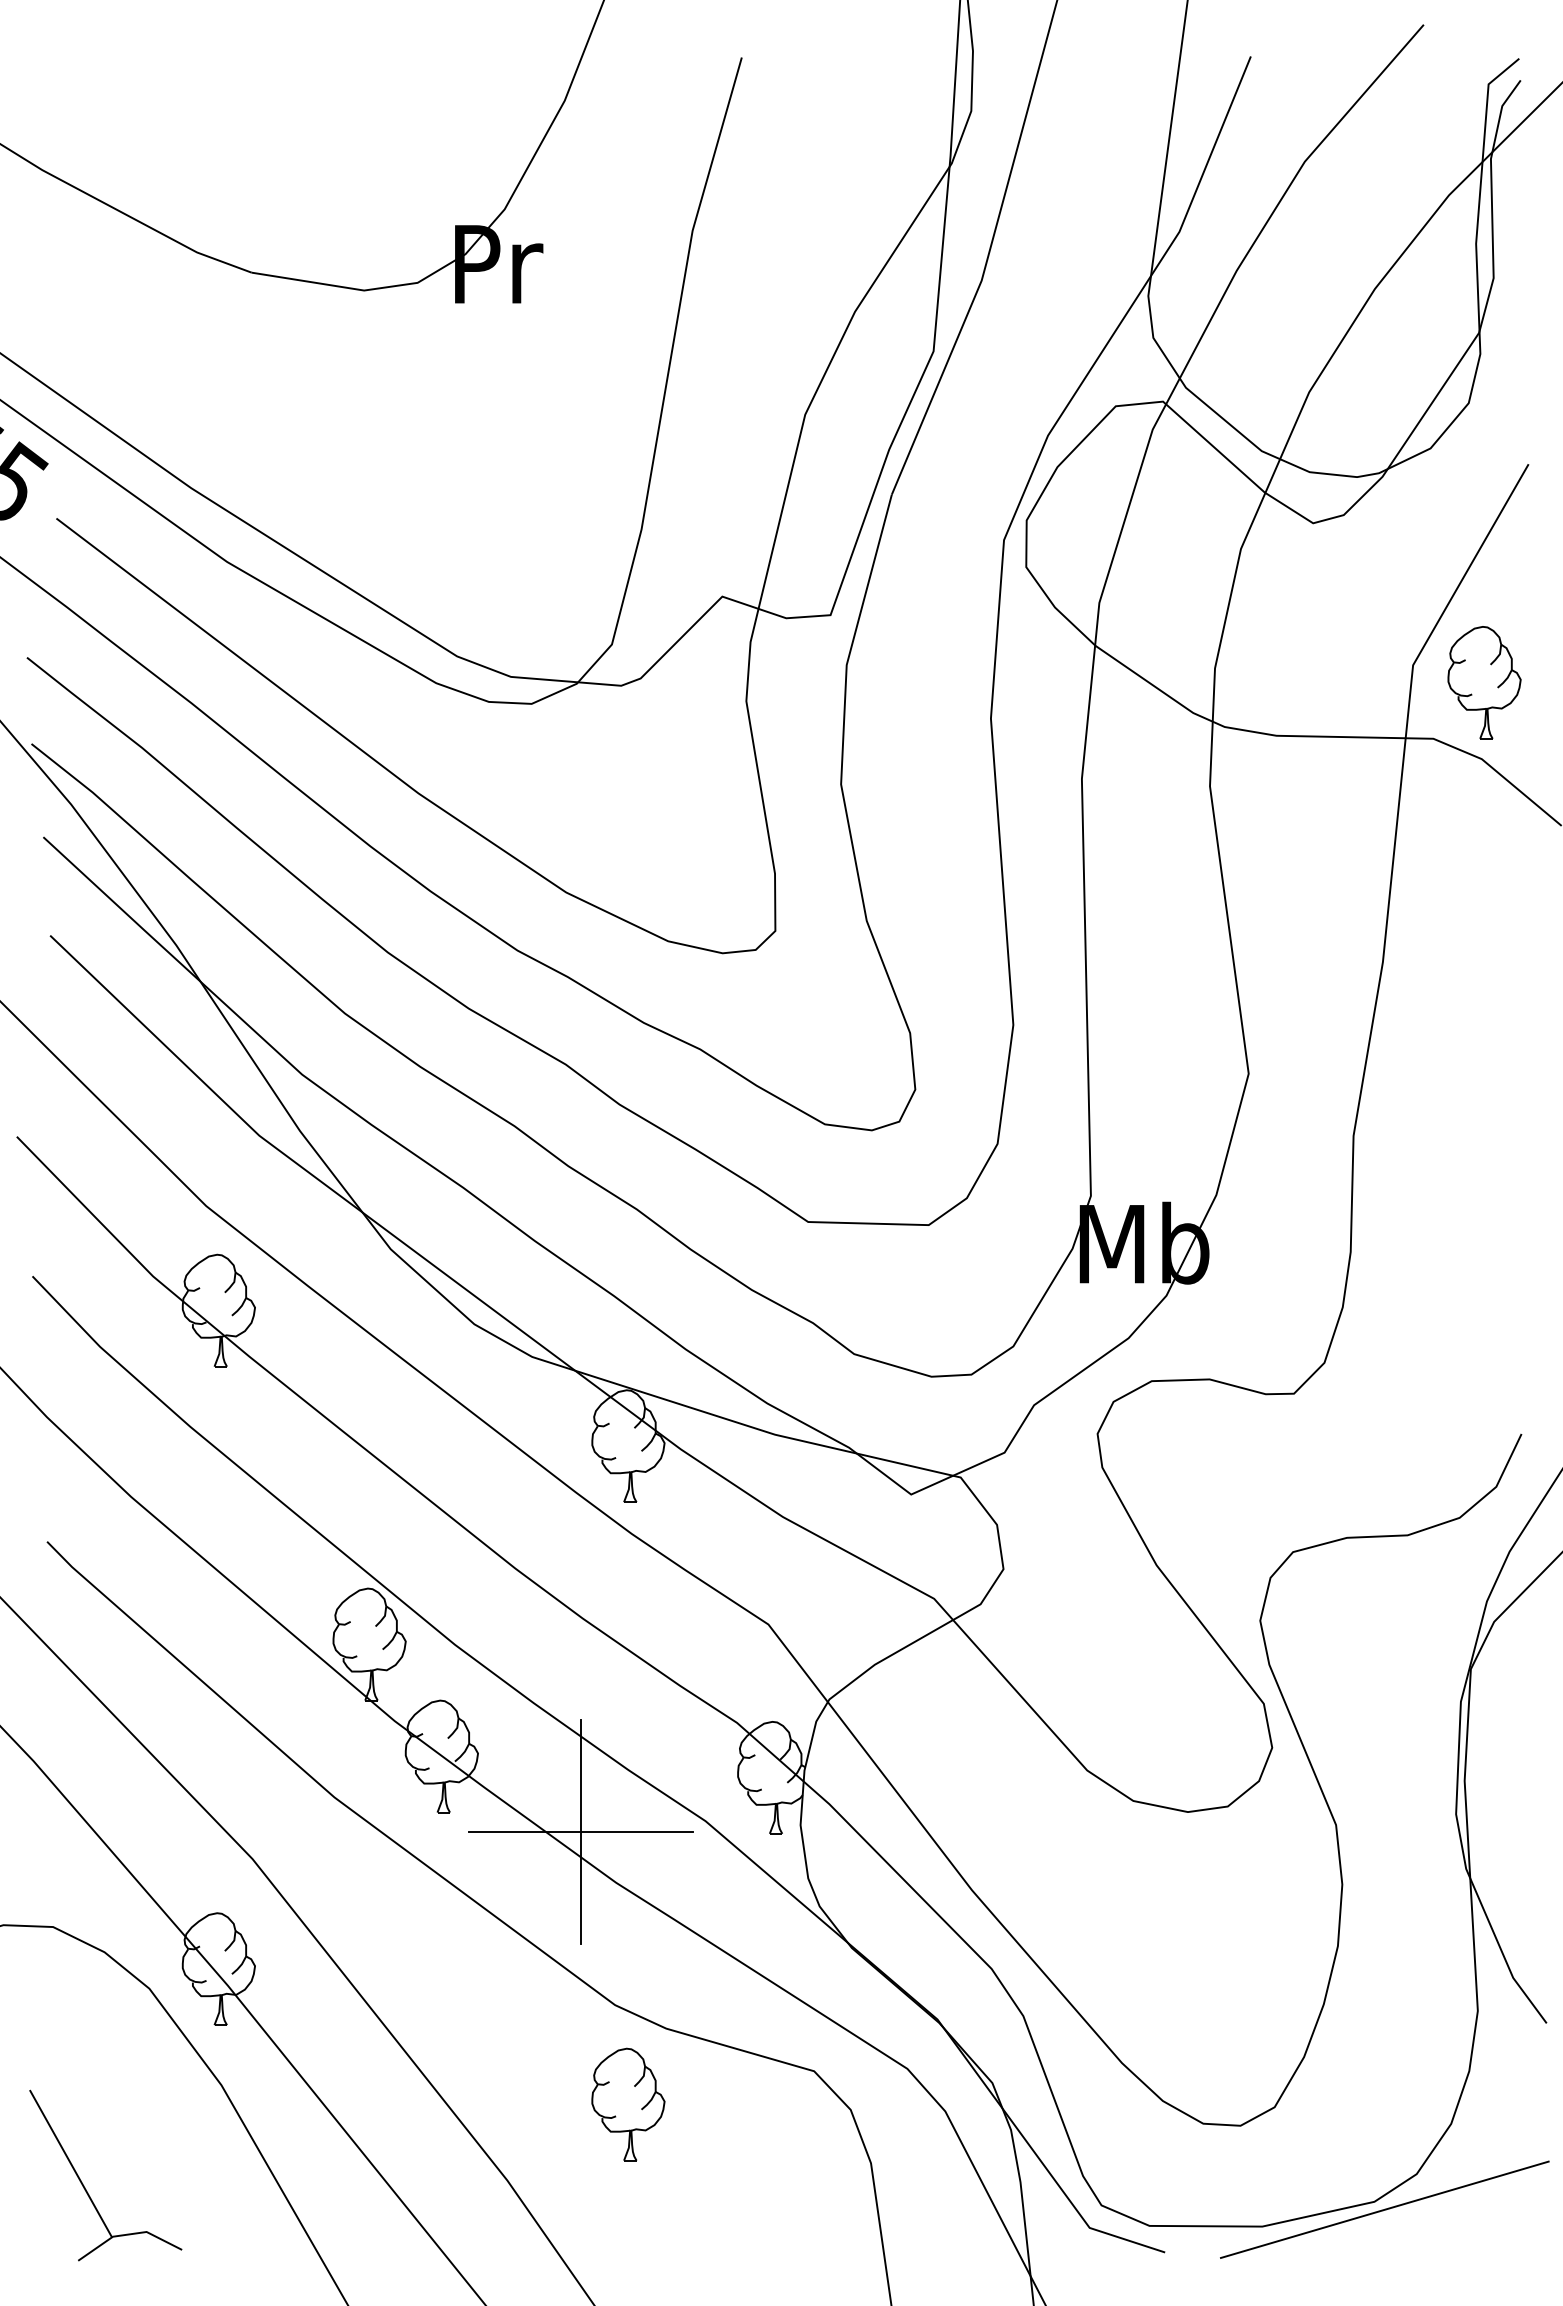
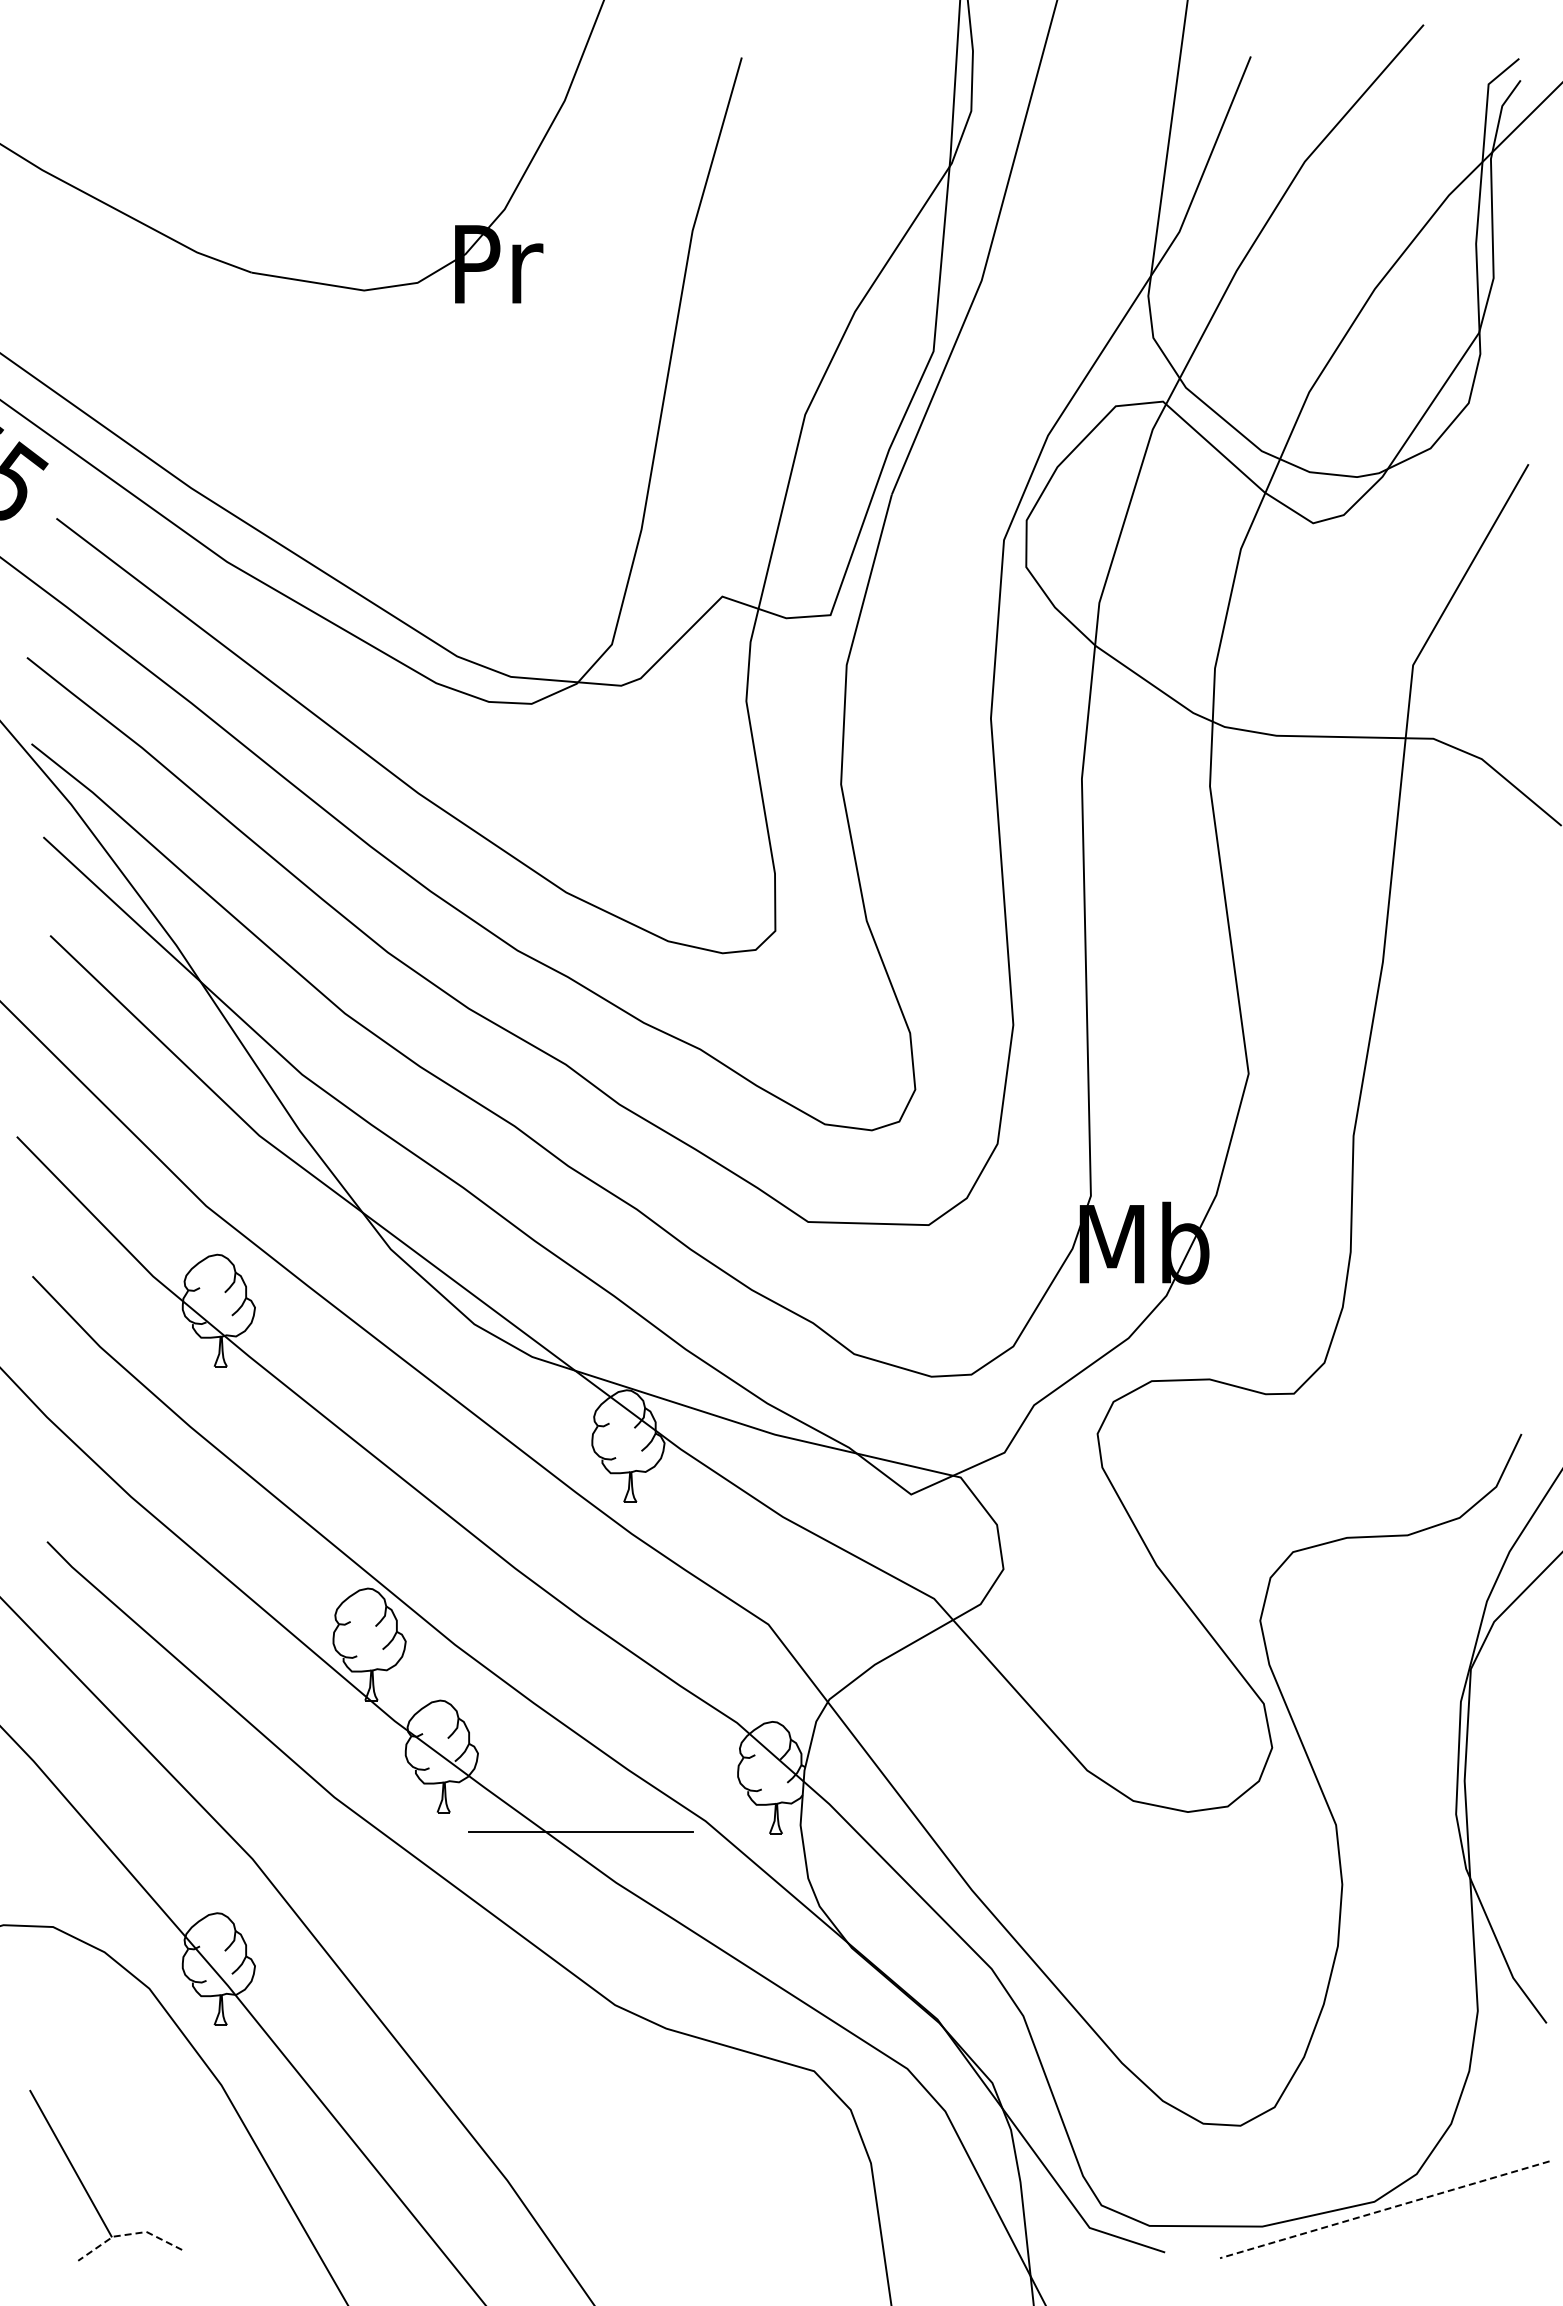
part at (1484, 682): present -> none
line at (581, 1831): present -> none
part at (628, 2104): present -> none
line at (1384, 2209): solid -> dashed
line at (128, 2234): solid -> dashed
